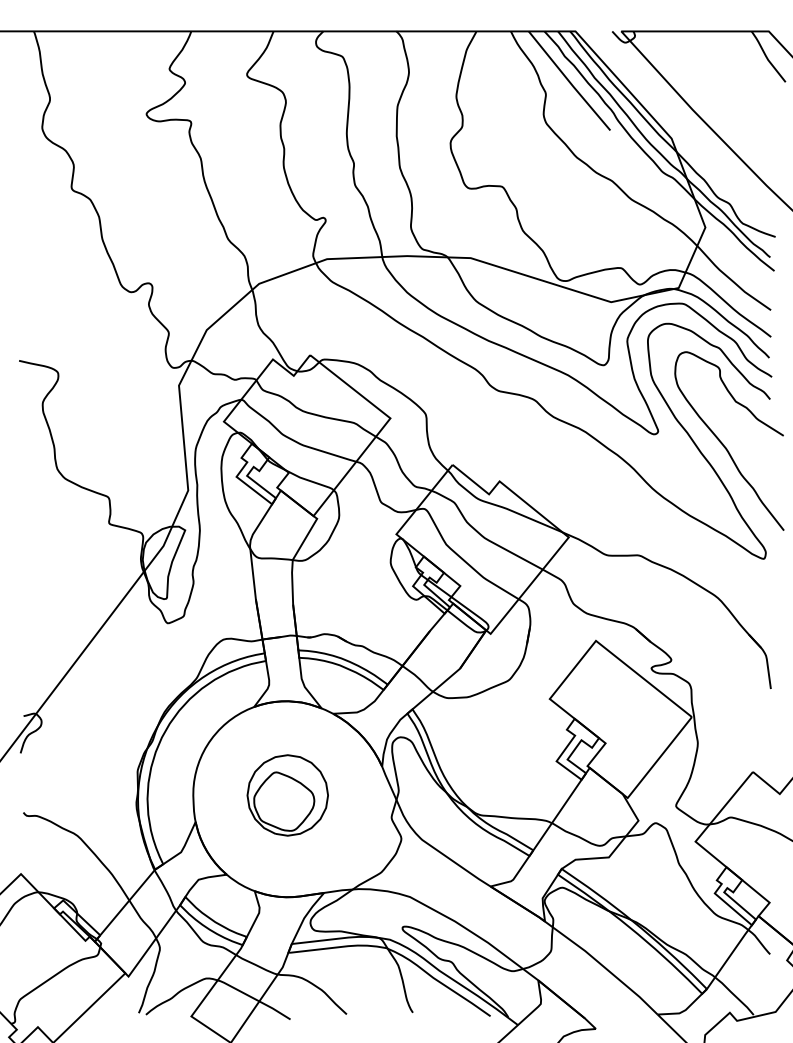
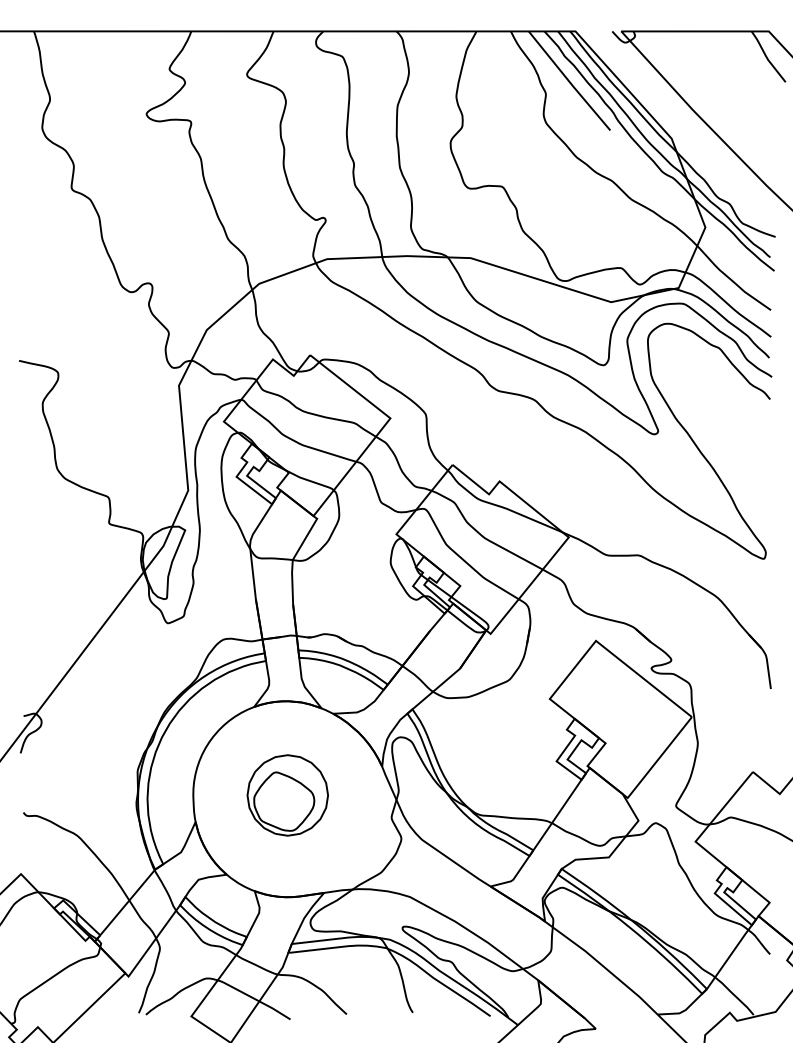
curve at (723, 443): present -> none
